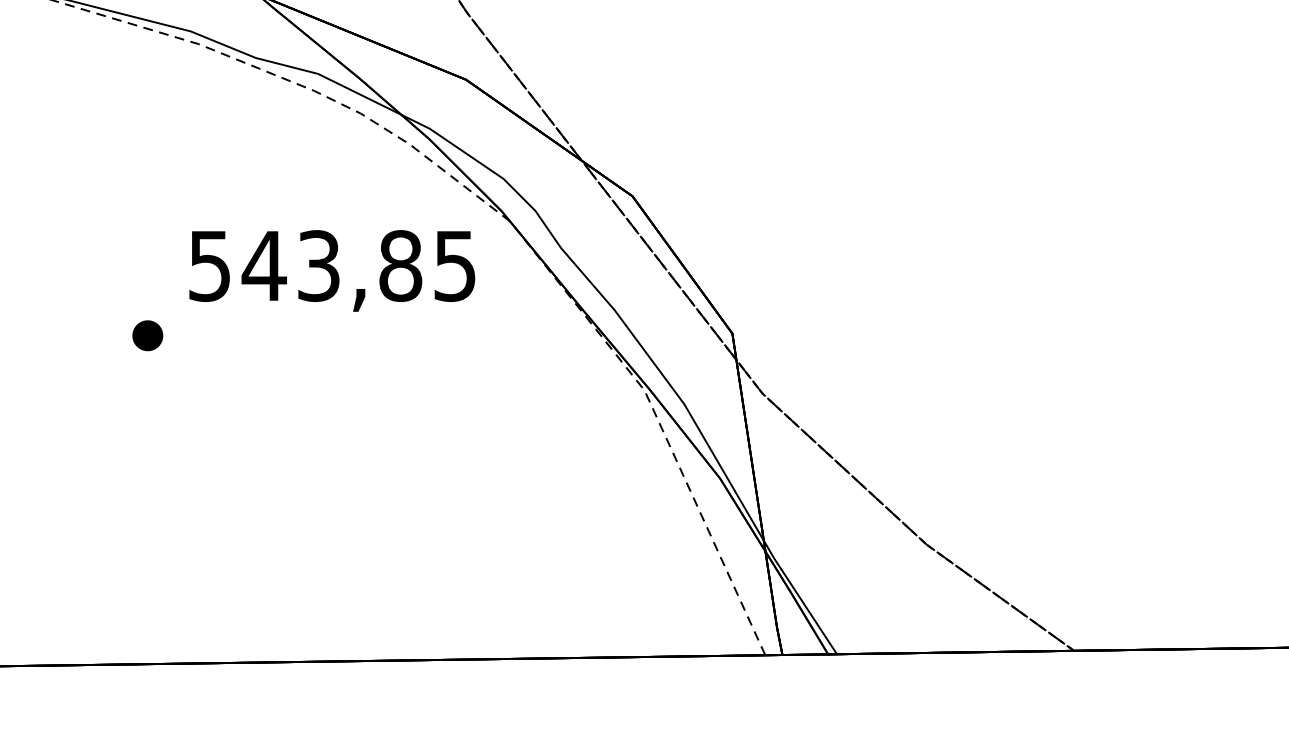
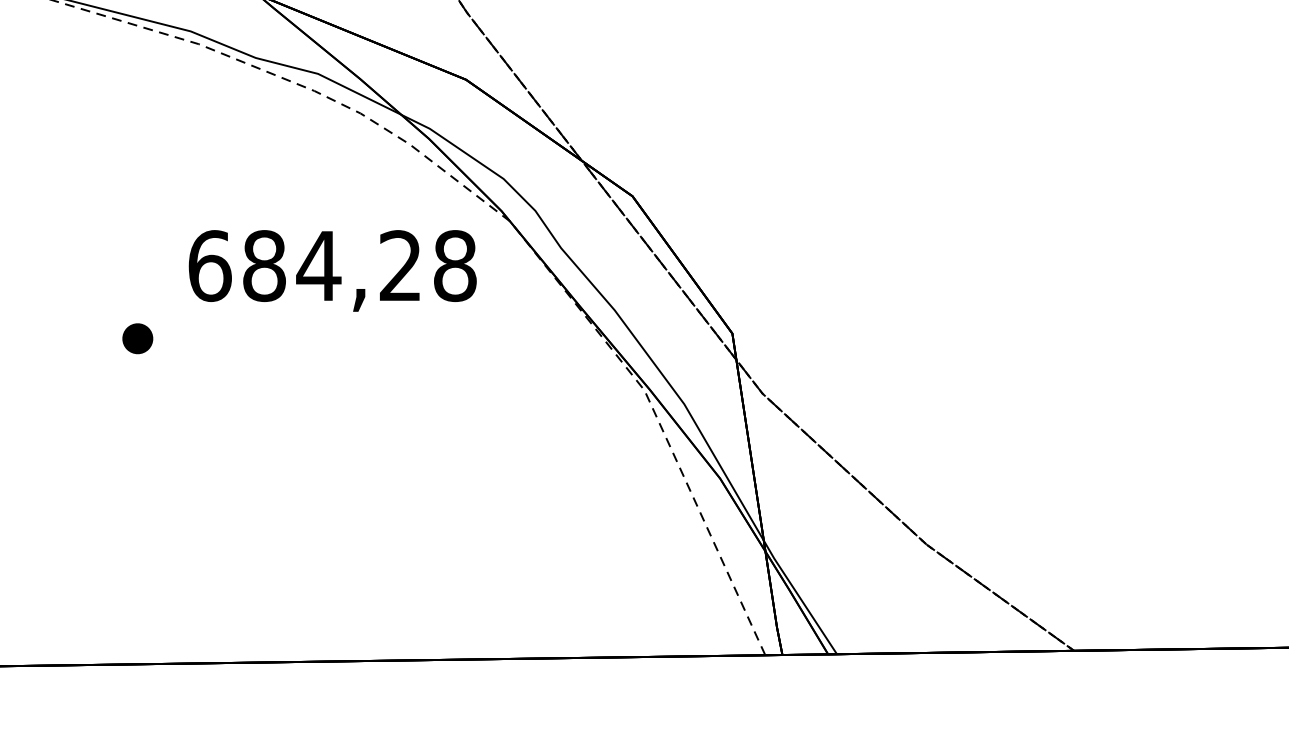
text at (332, 266): 543,85 -> 684,28
part at (147, 335) position: (147, 335) -> (137, 338)
